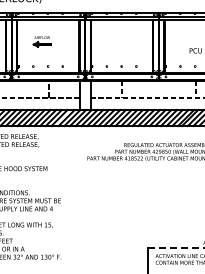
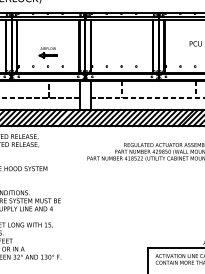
part at (41, 41) position: (41, 41) -> (47, 52)
text at (195, 50) position: (195, 50) -> (195, 43)
line at (176, 247): dashed -> solid
